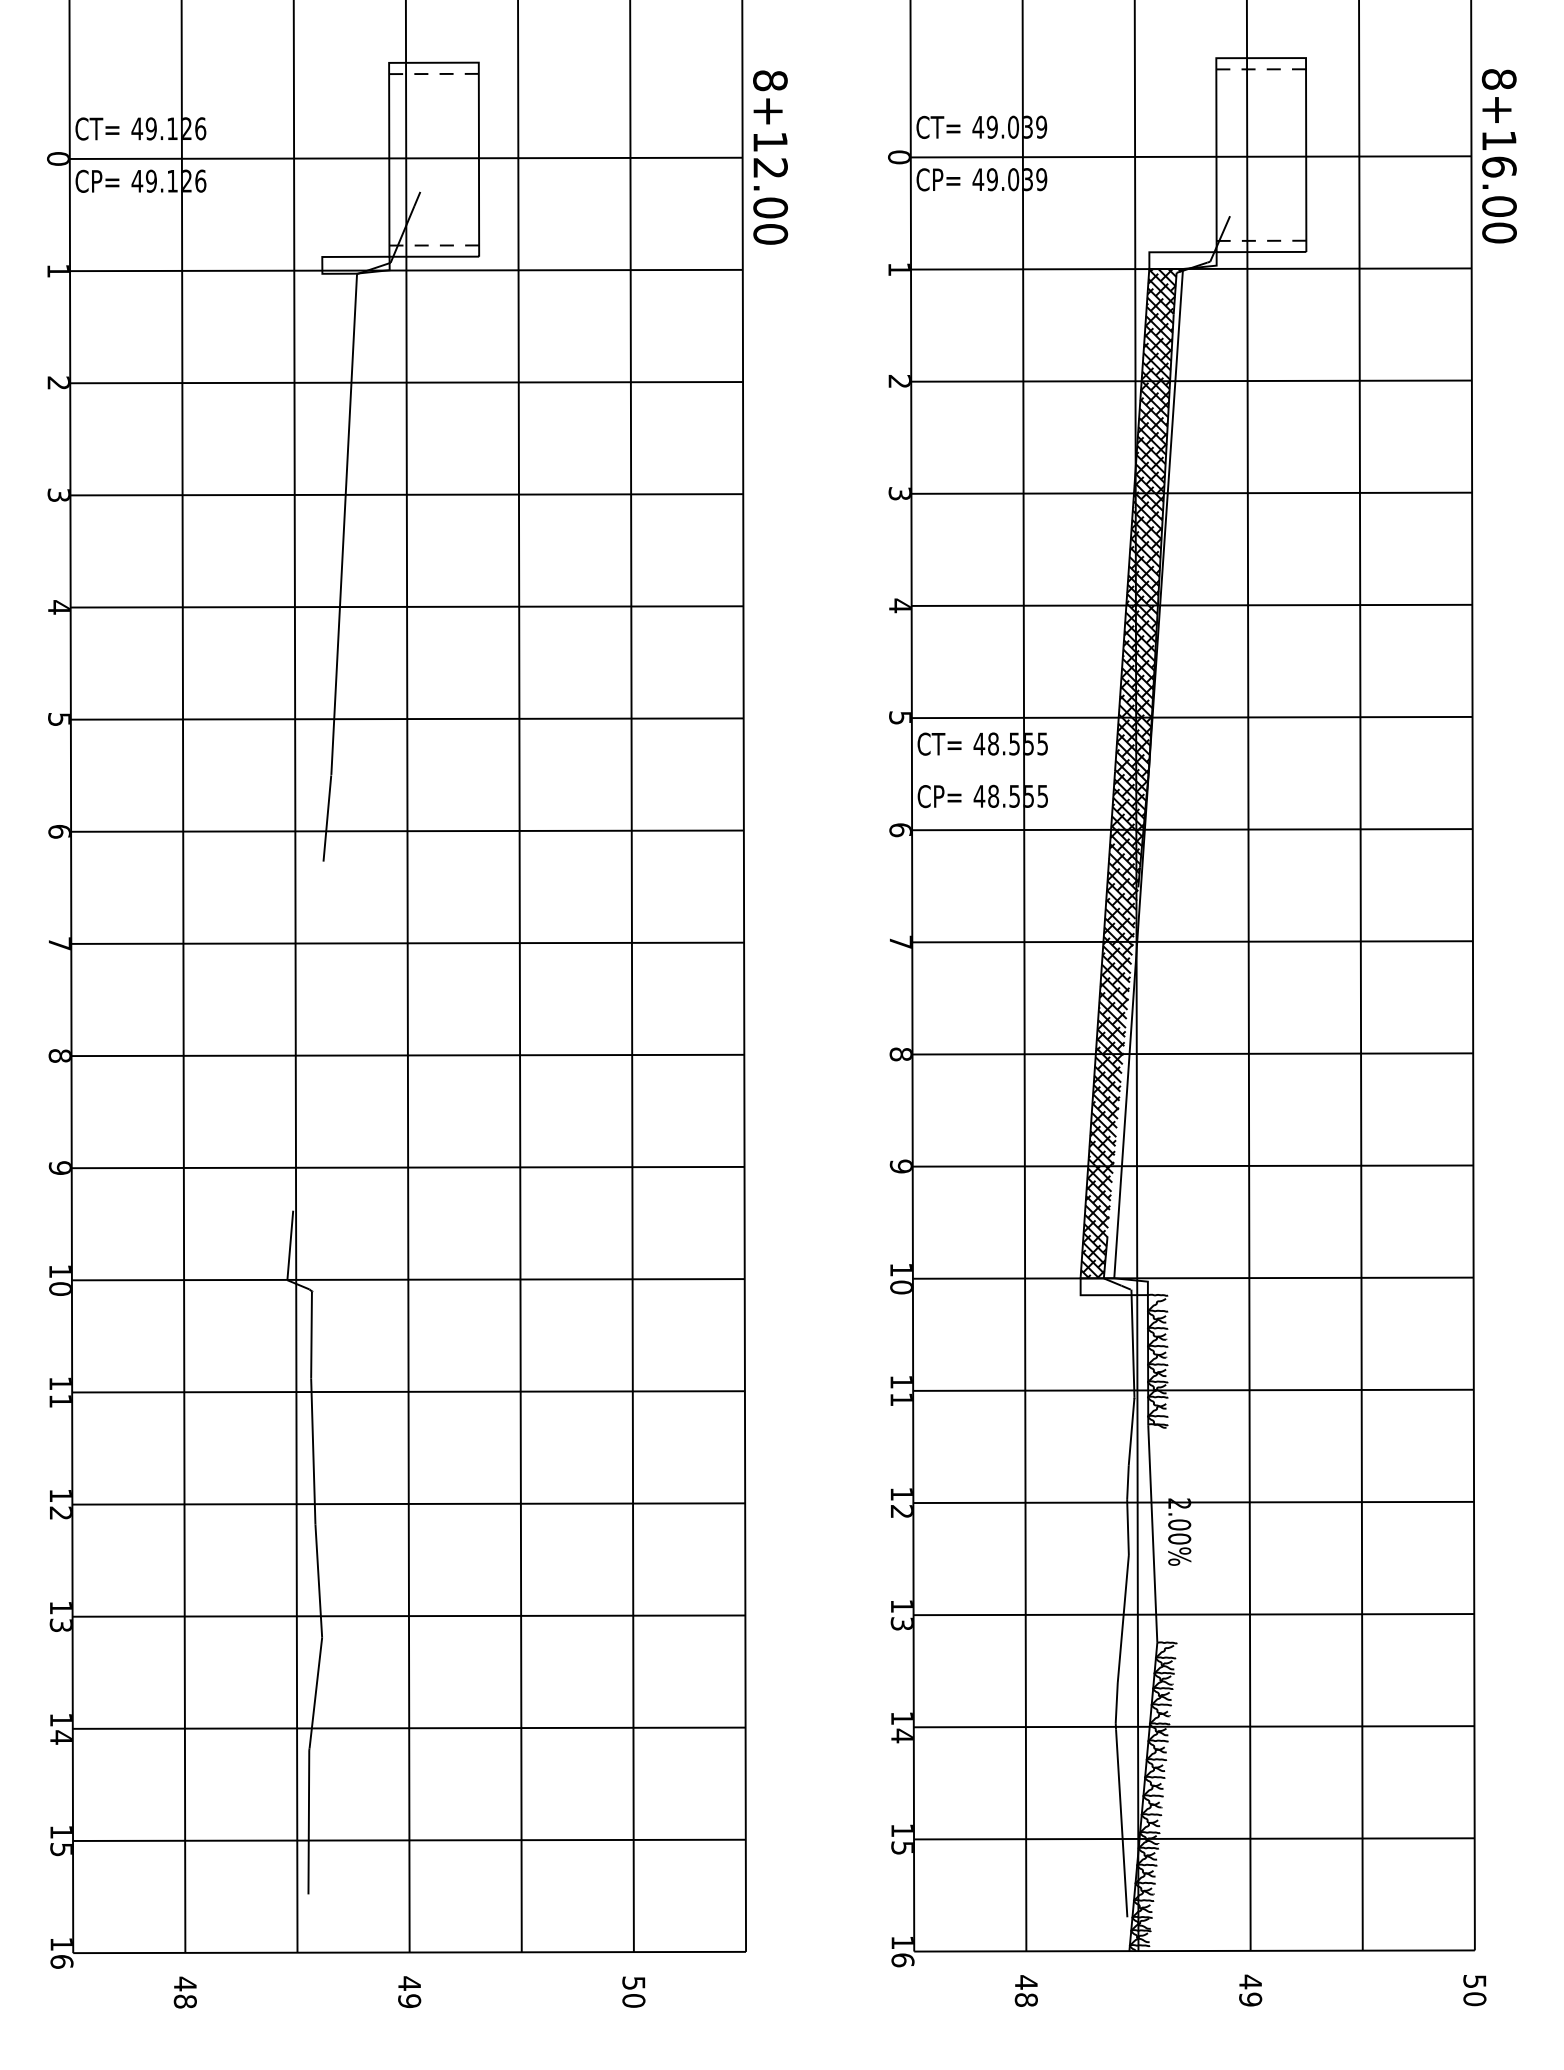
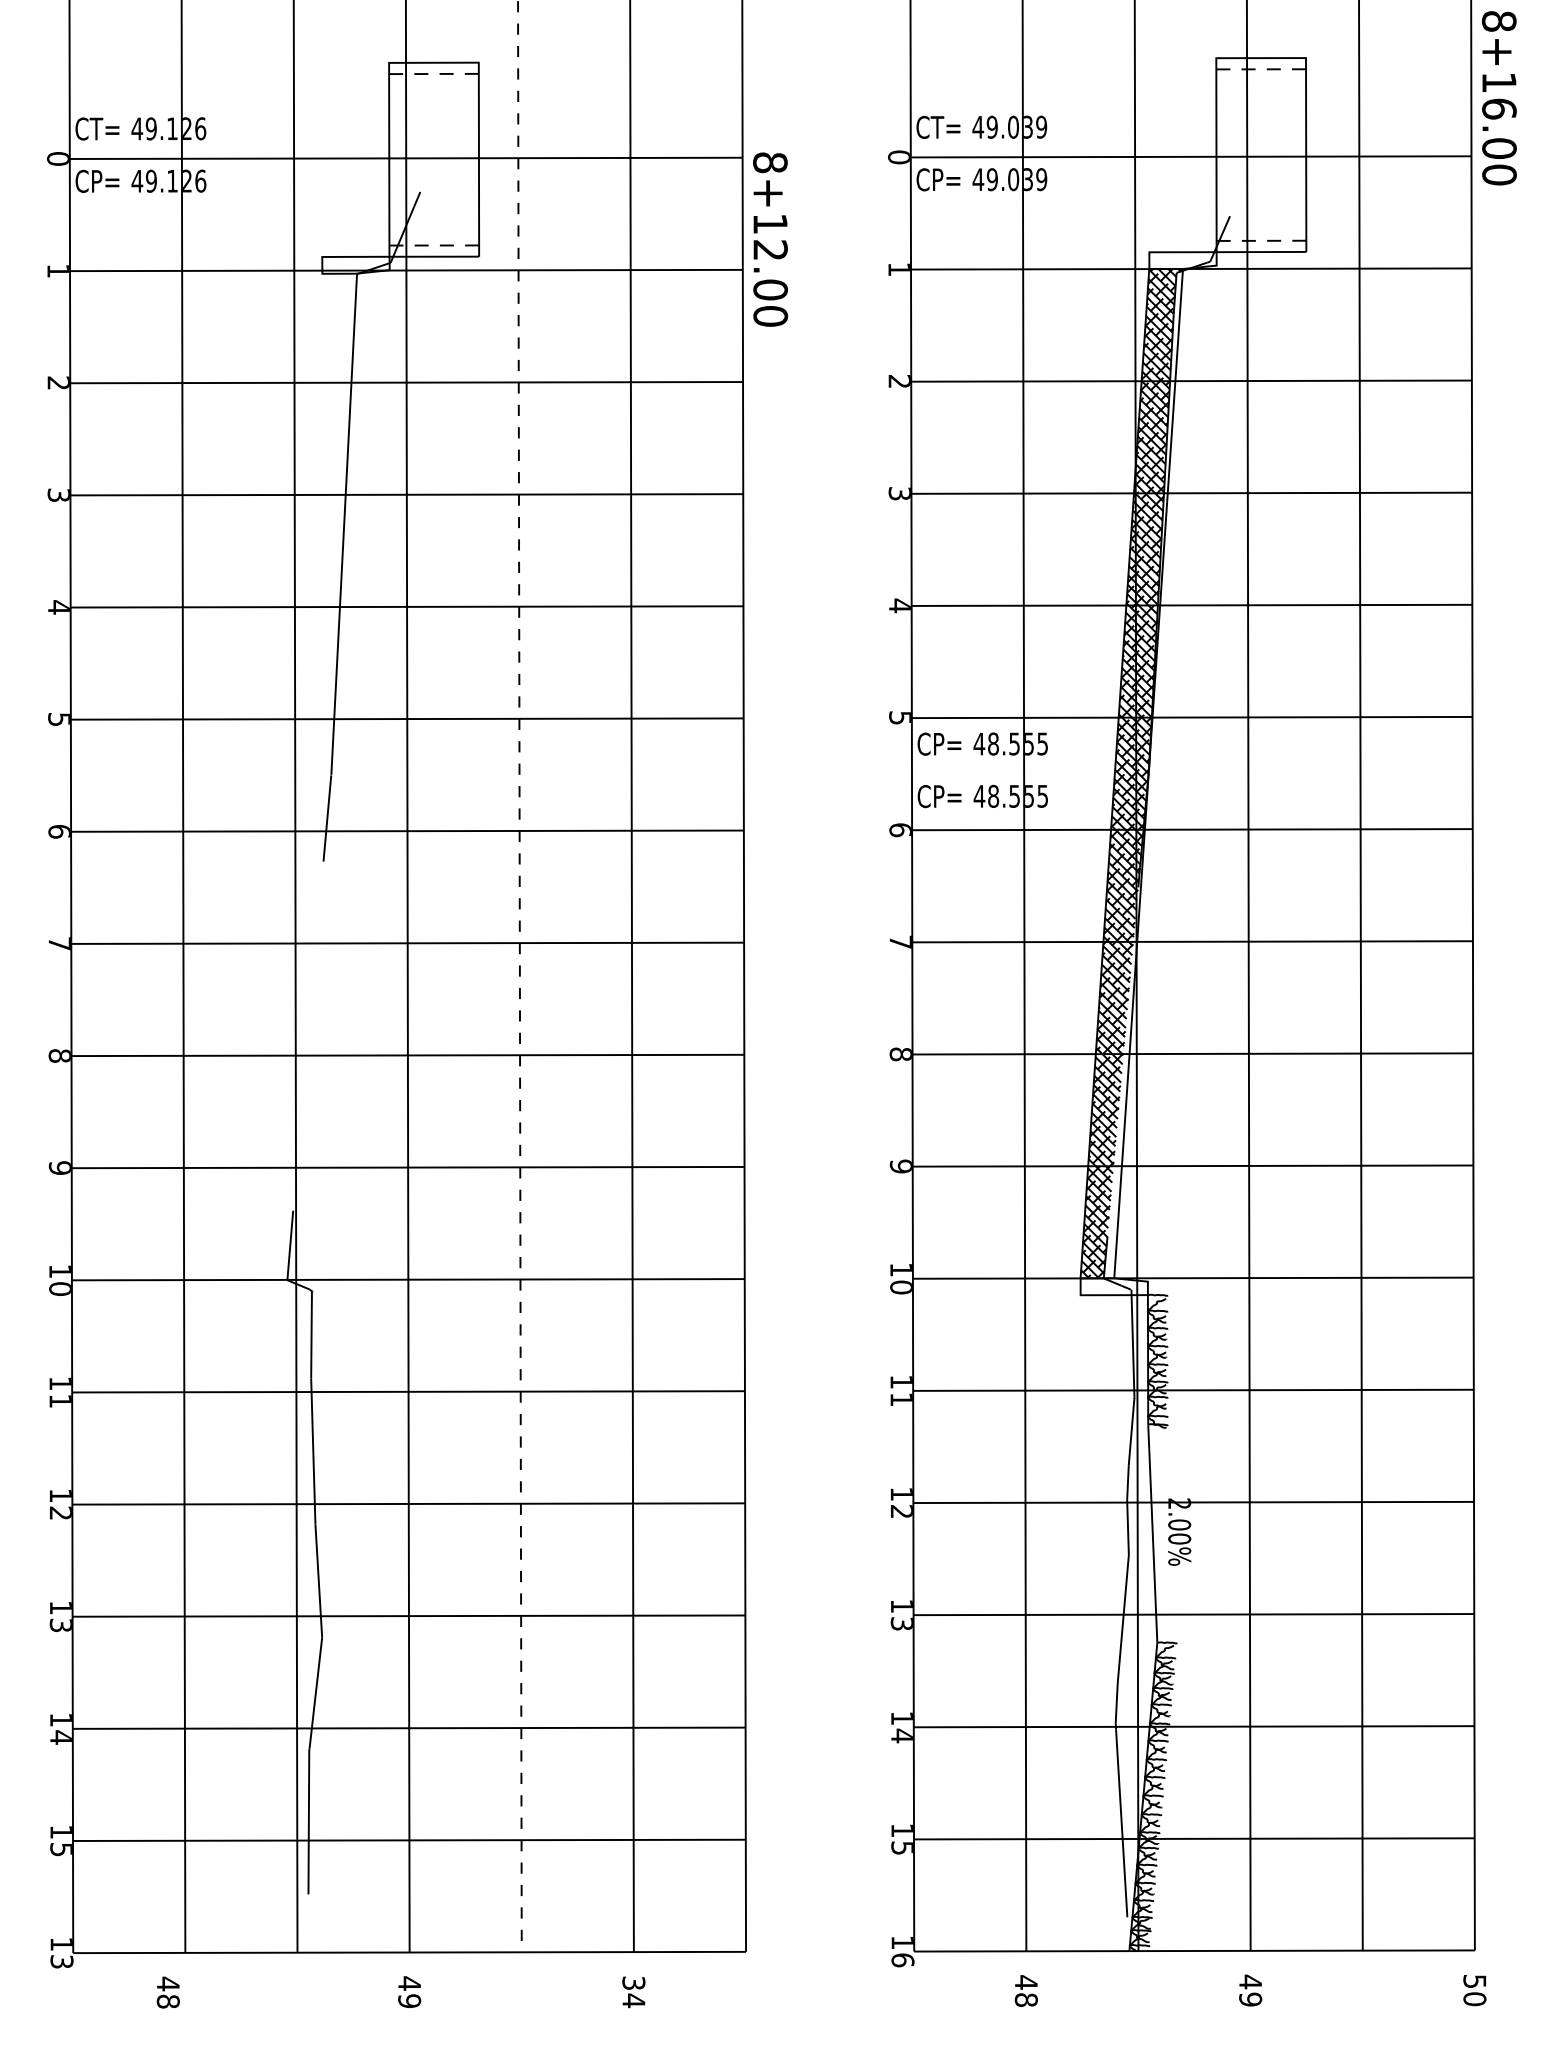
text at (1498, 156) position: (1498, 156) -> (1498, 98)
text at (770, 157) position: (770, 157) -> (770, 239)
text at (946, 744): CT= -> CP=
line at (519, 976): solid -> dashed
text at (61, 1961): 16 -> 13
text at (184, 1992) position: (184, 1992) -> (167, 1992)
text at (633, 1992): 50 -> 34
